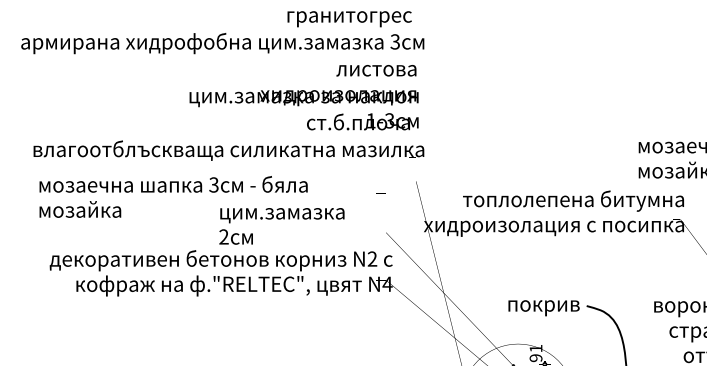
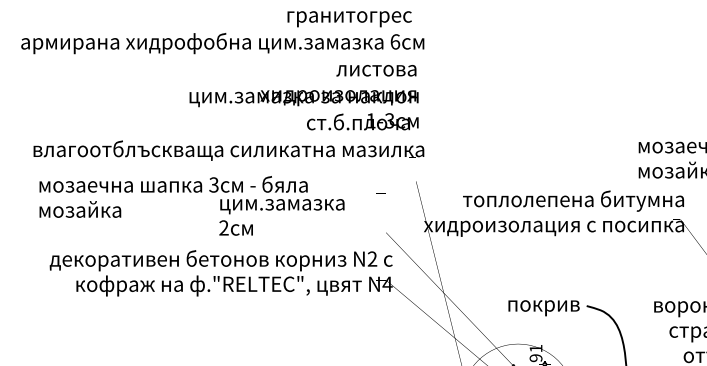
text at (395, 41): 3 -> 6
text at (281, 226) position: (281, 226) -> (281, 217)
